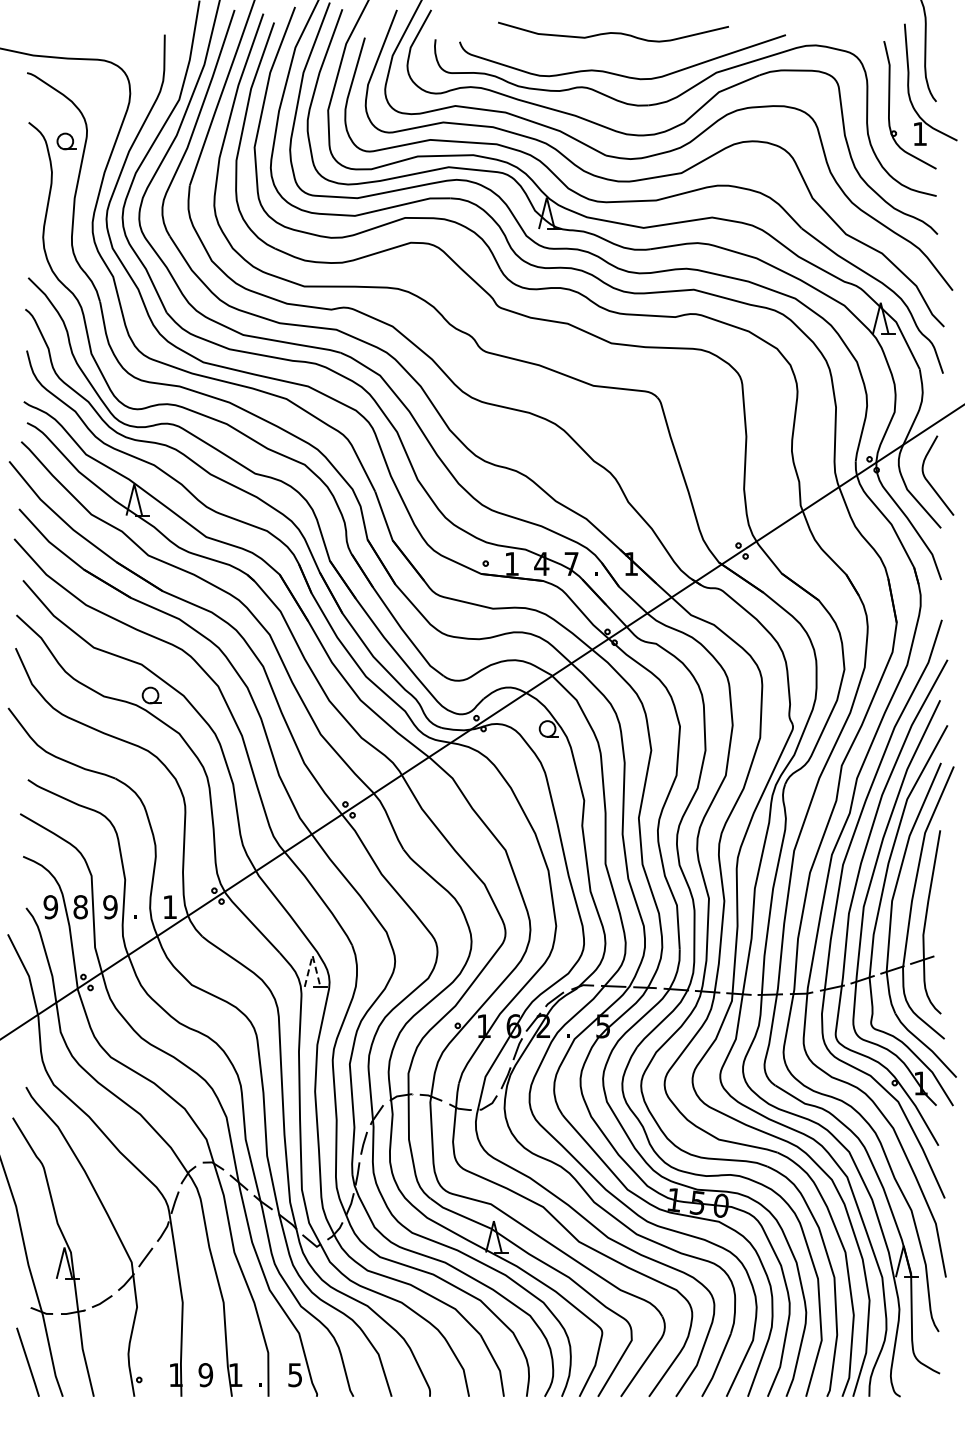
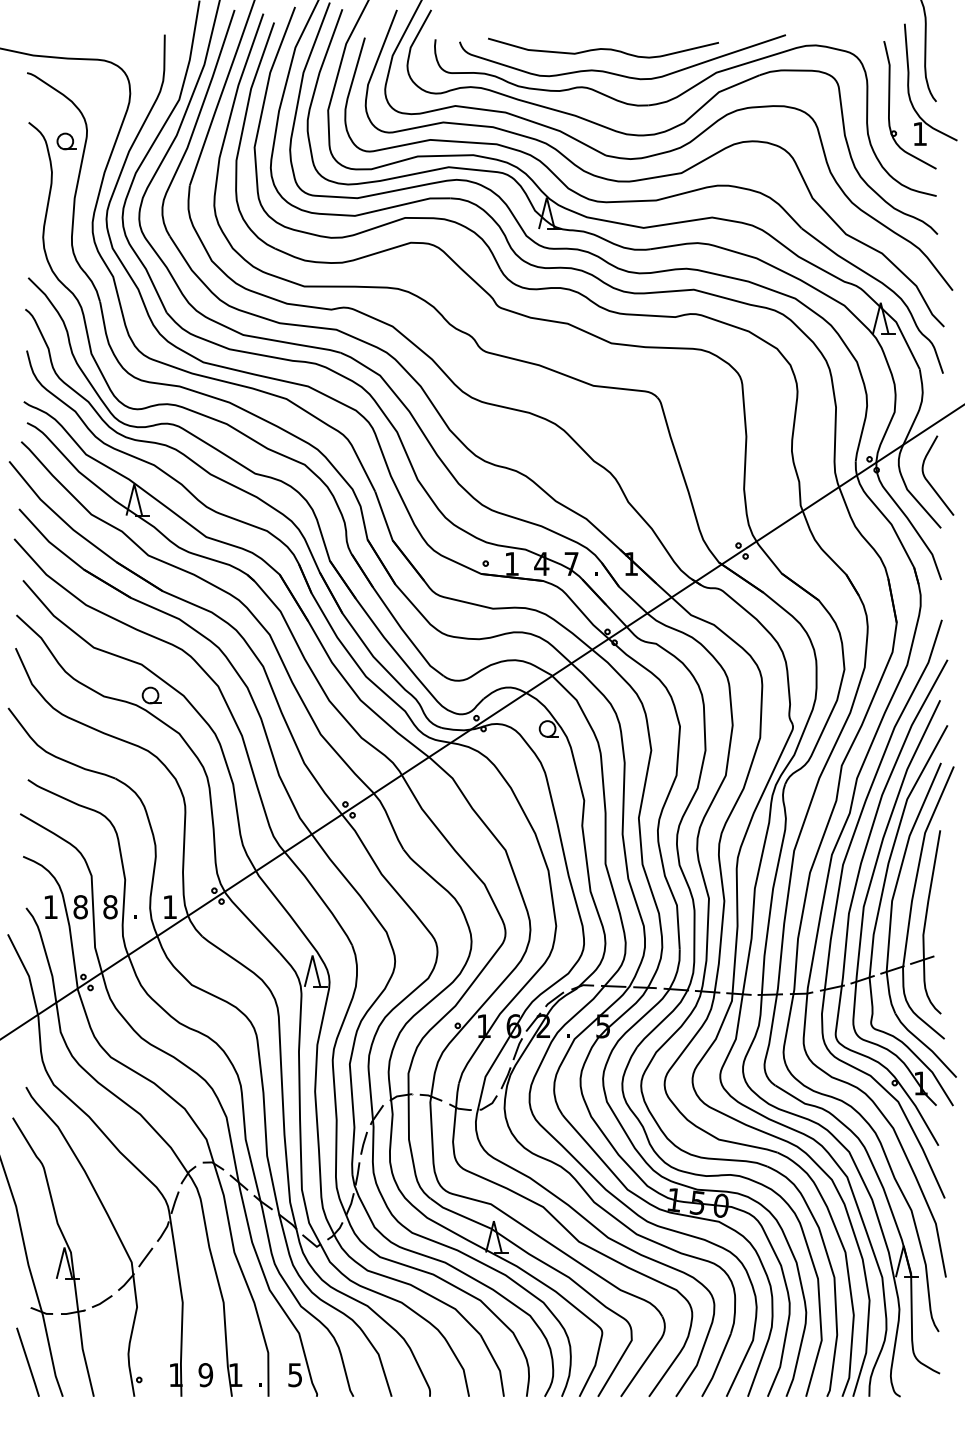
curve at (613, 32) position: (613, 32) -> (603, 48)
text at (50, 907): 9 -> 1
text at (110, 907): 9 -> 8
line at (312, 955): dashed -> solid
